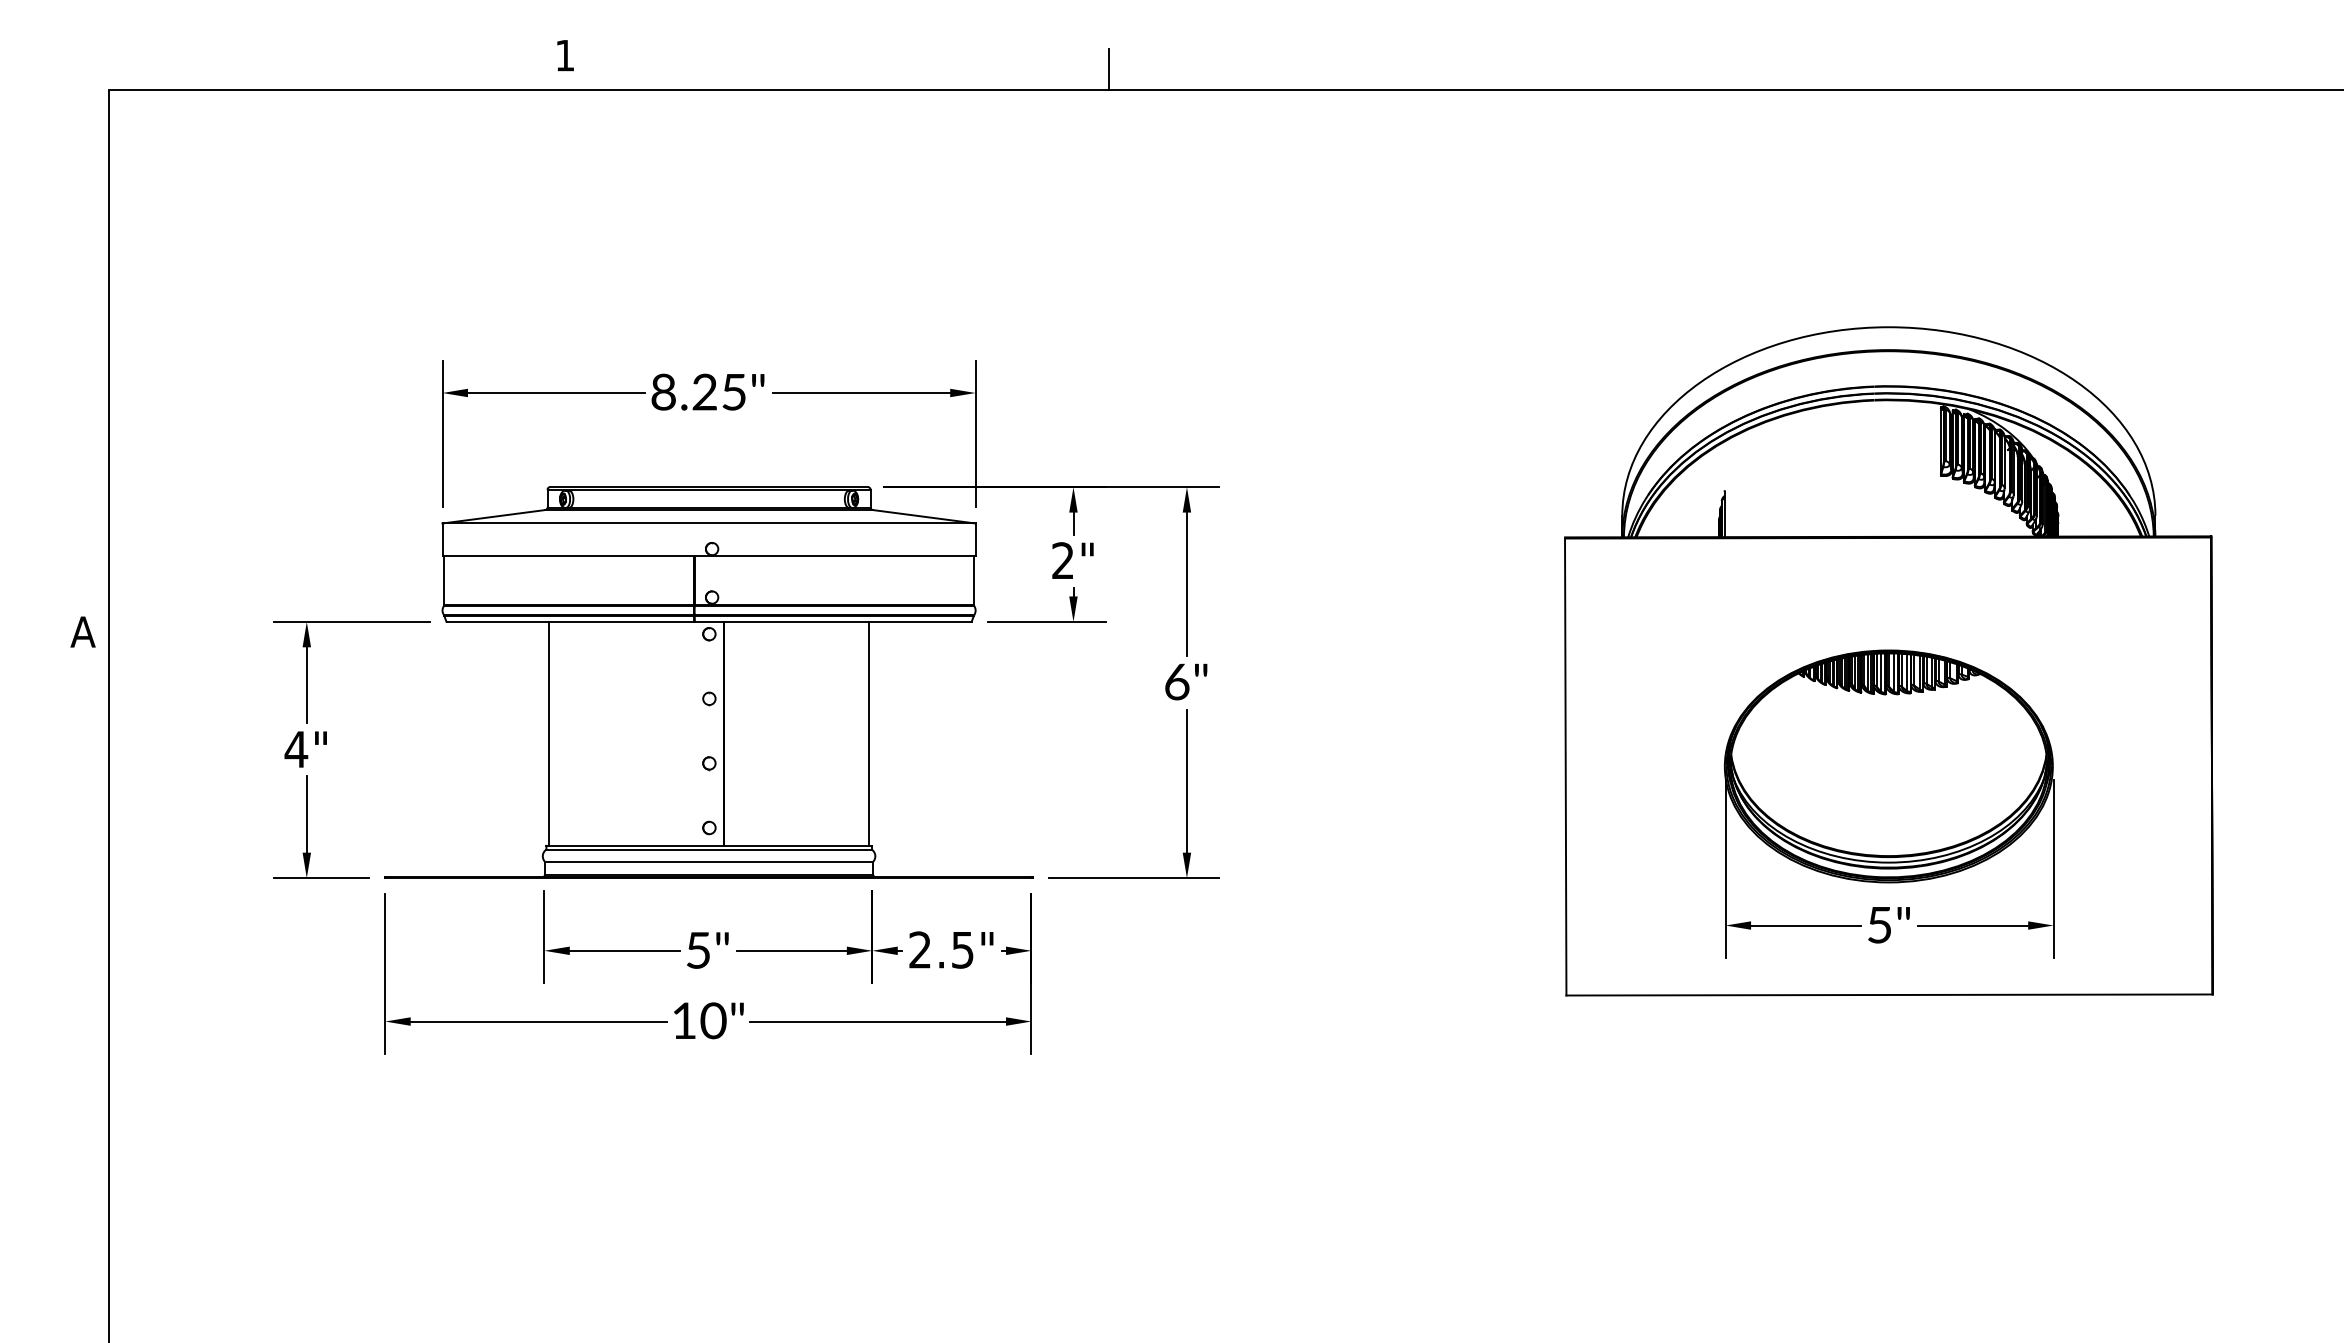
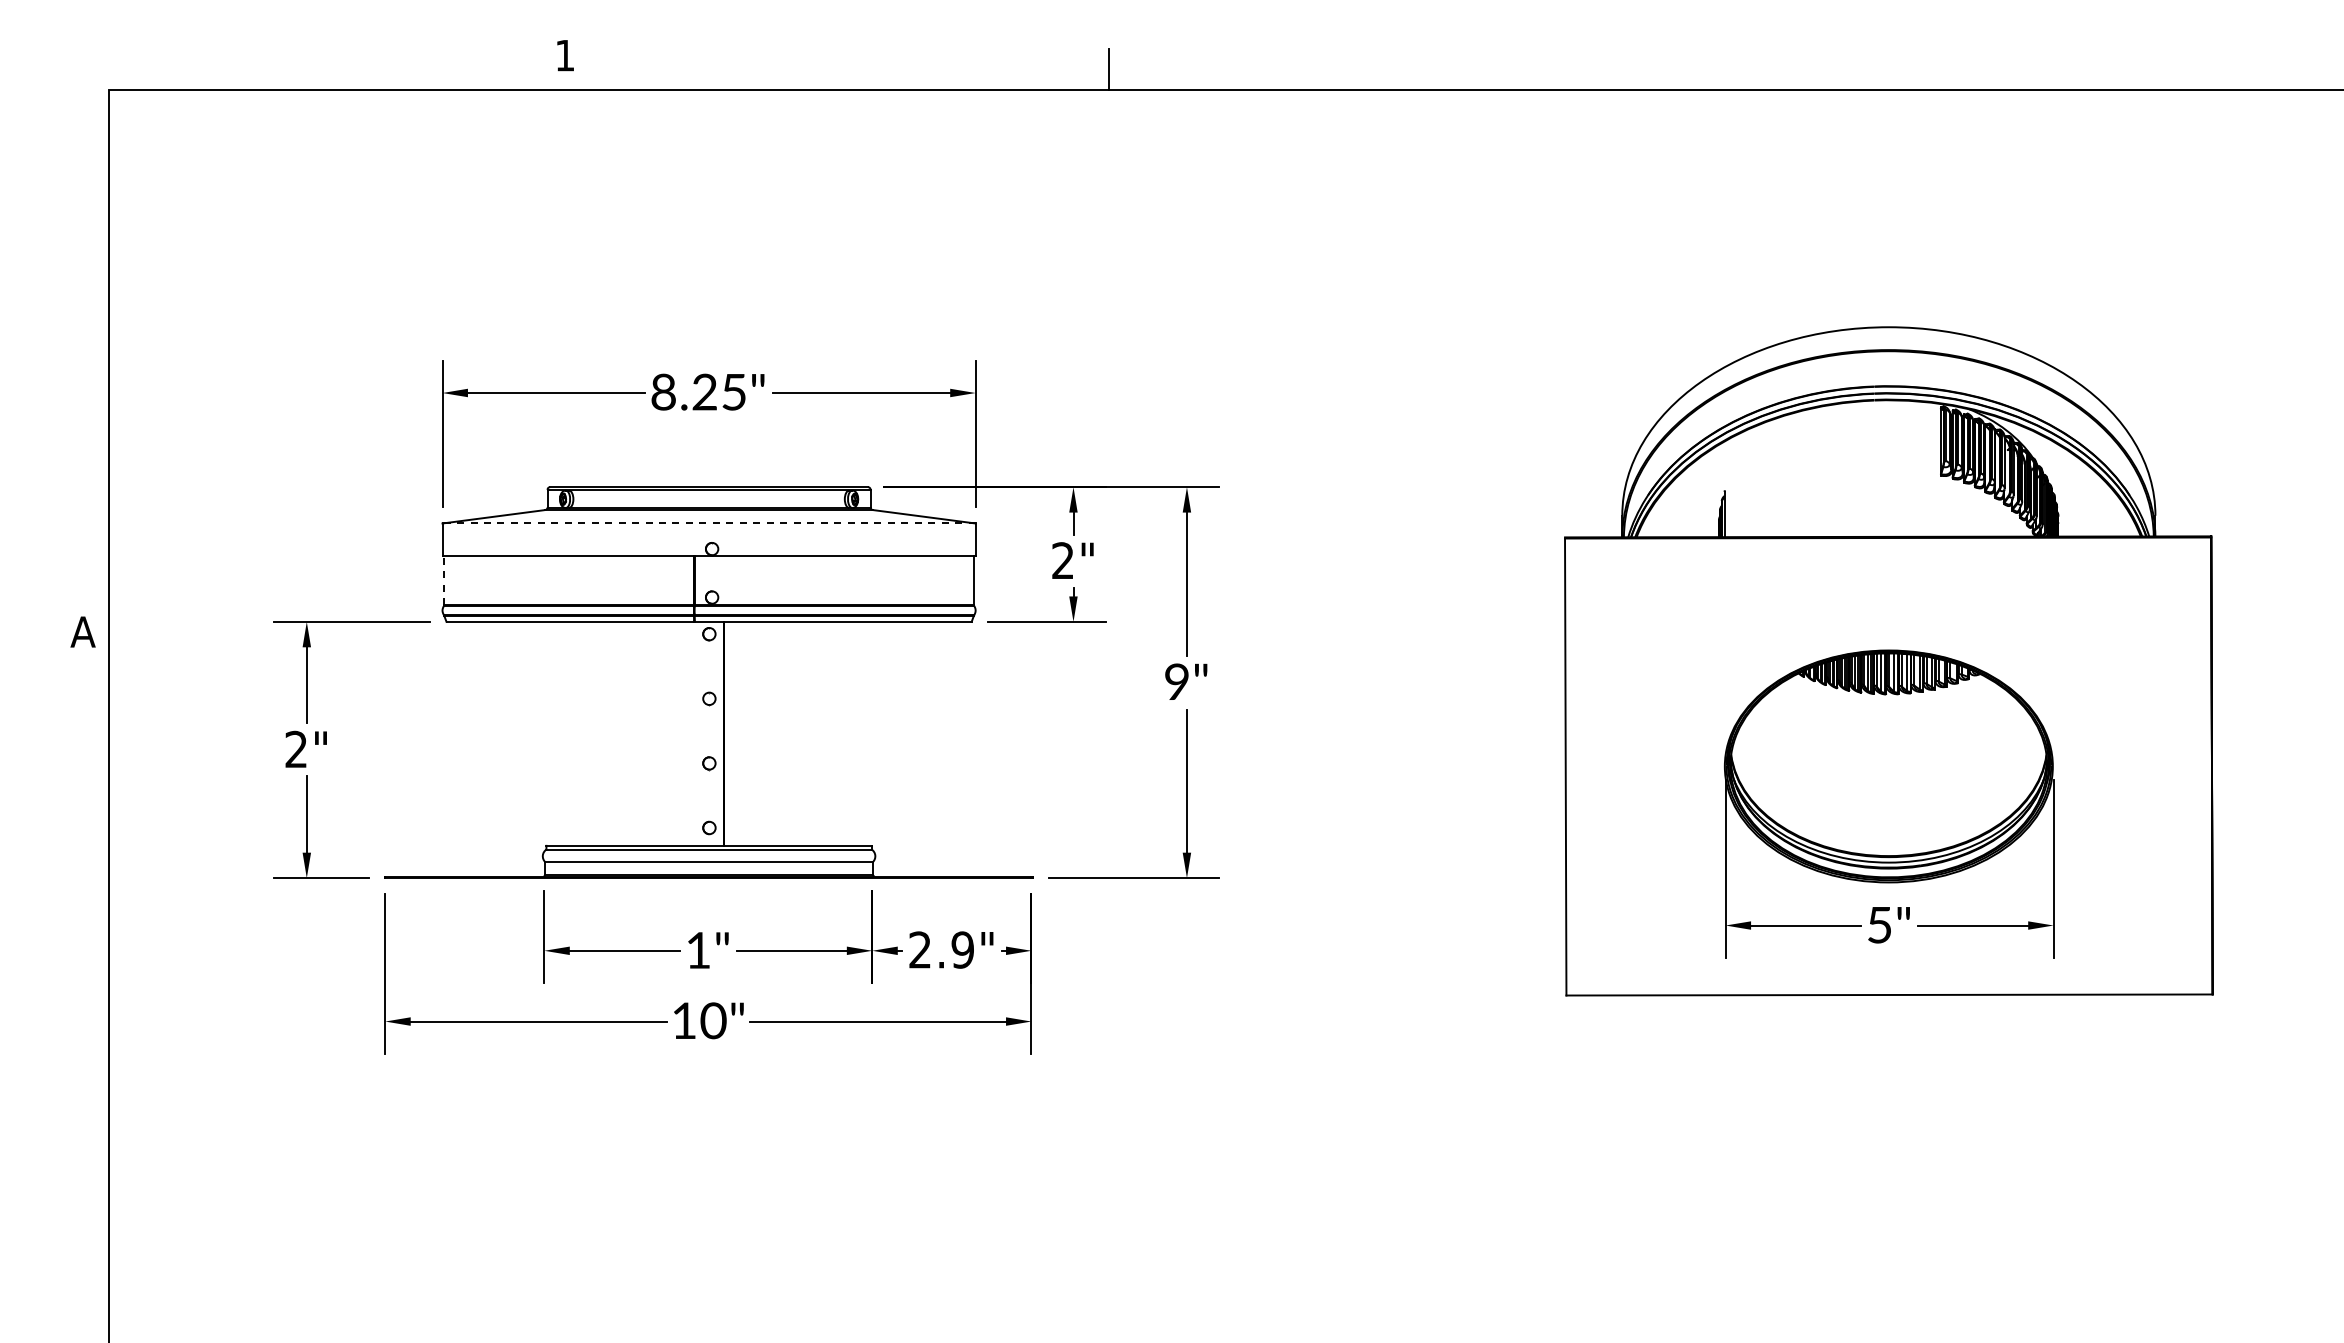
line at (709, 523): solid -> dashed
line at (444, 580): solid -> dashed
text at (1177, 681): 6" -> 9"
line at (549, 733): present -> none
line at (869, 733): present -> none
text at (296, 748): 4" -> 2"
text at (962, 949): 2.5" -> 2.9"
text at (698, 950): 5" -> 1"
